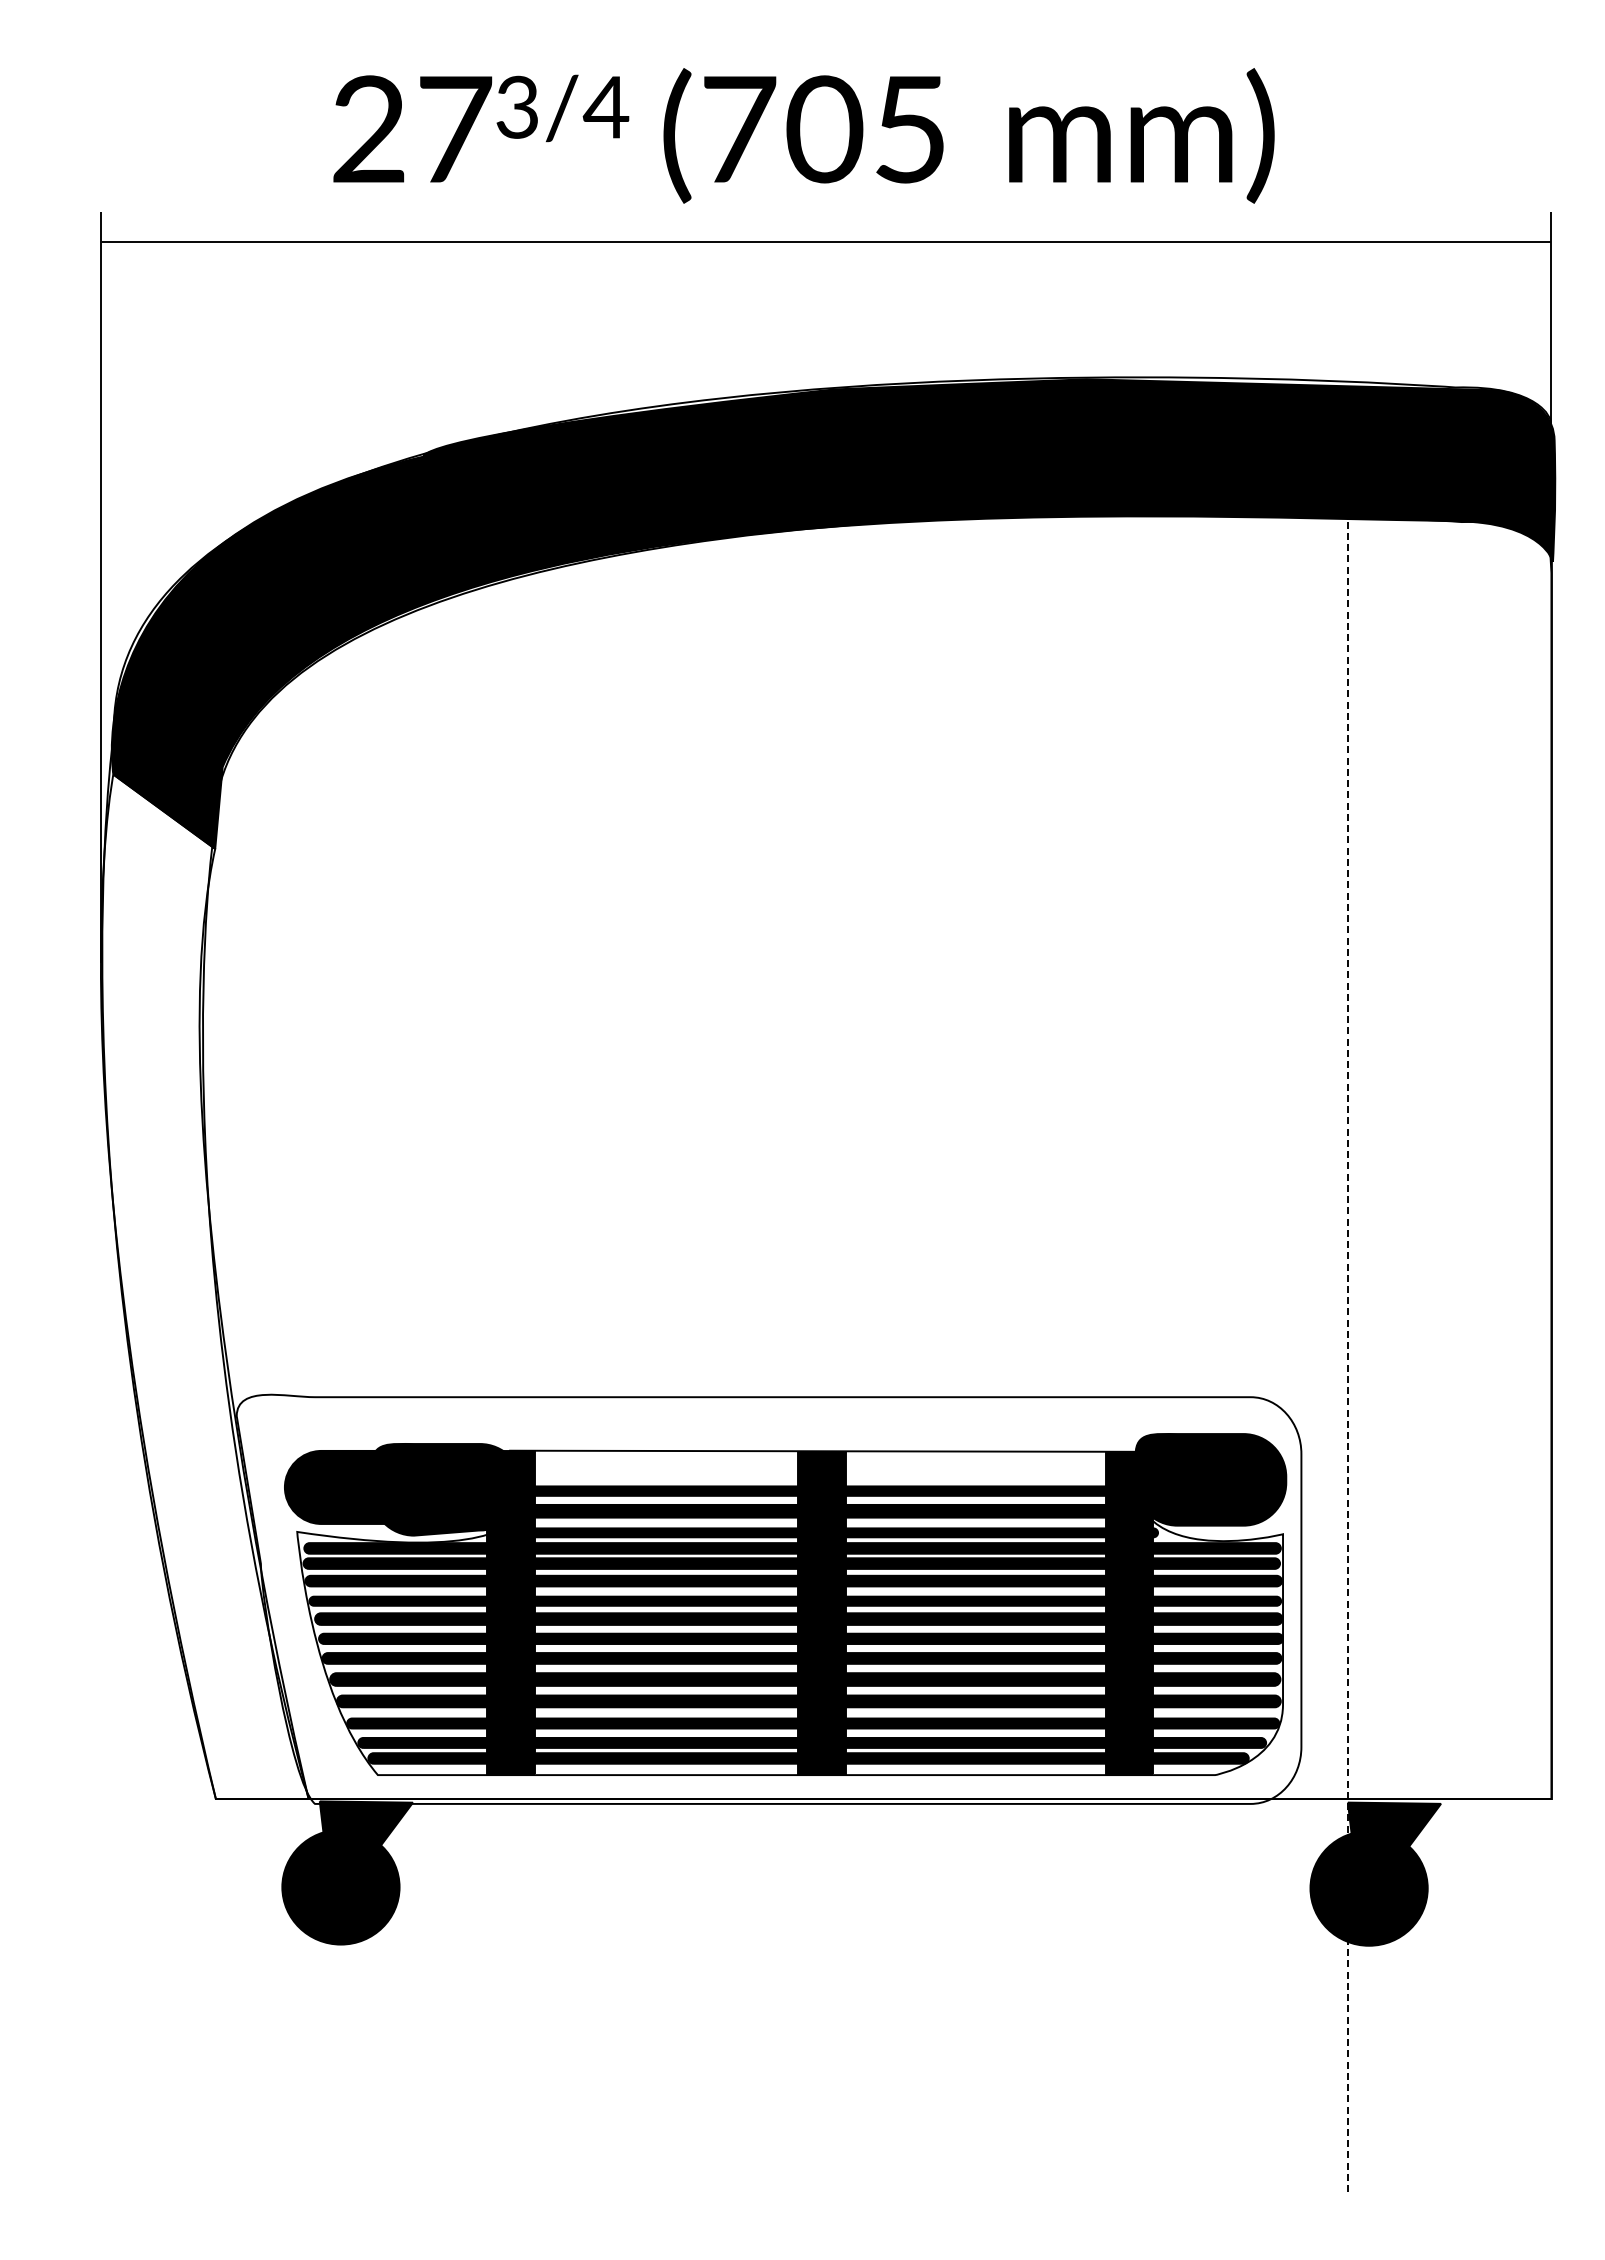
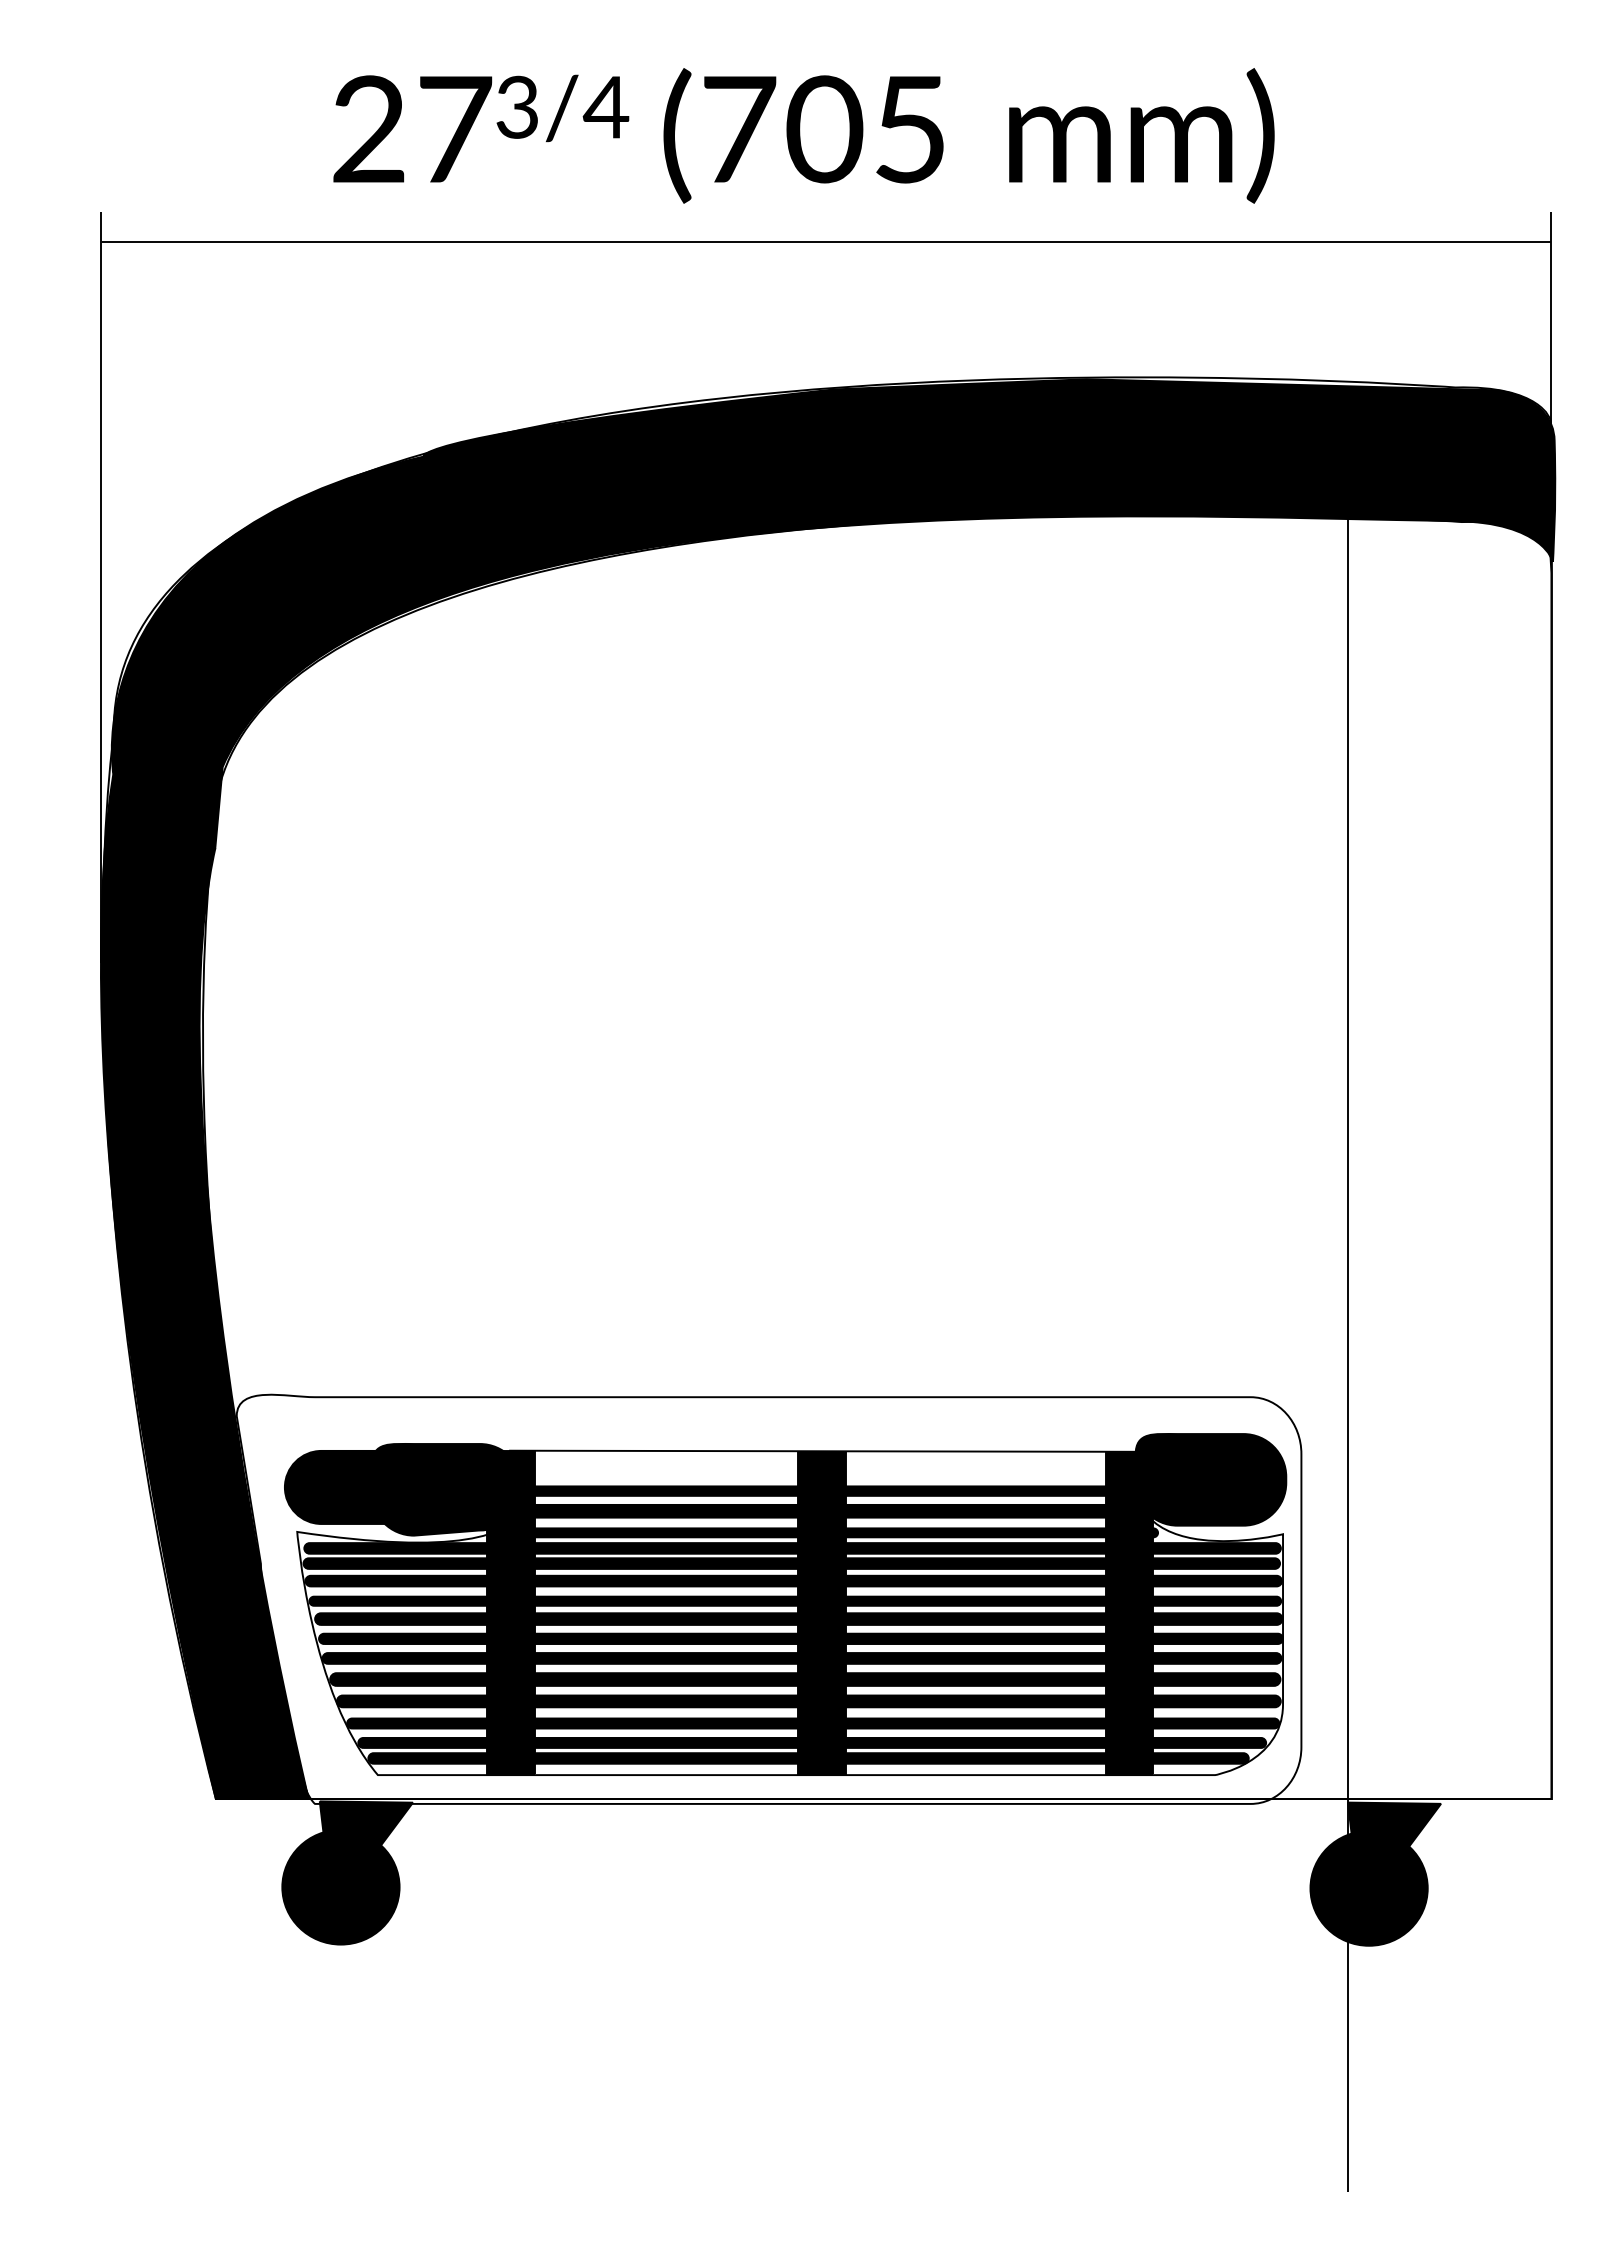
fill at (204, 1286): none -> present
line at (1347, 1316): dashed -> solid
